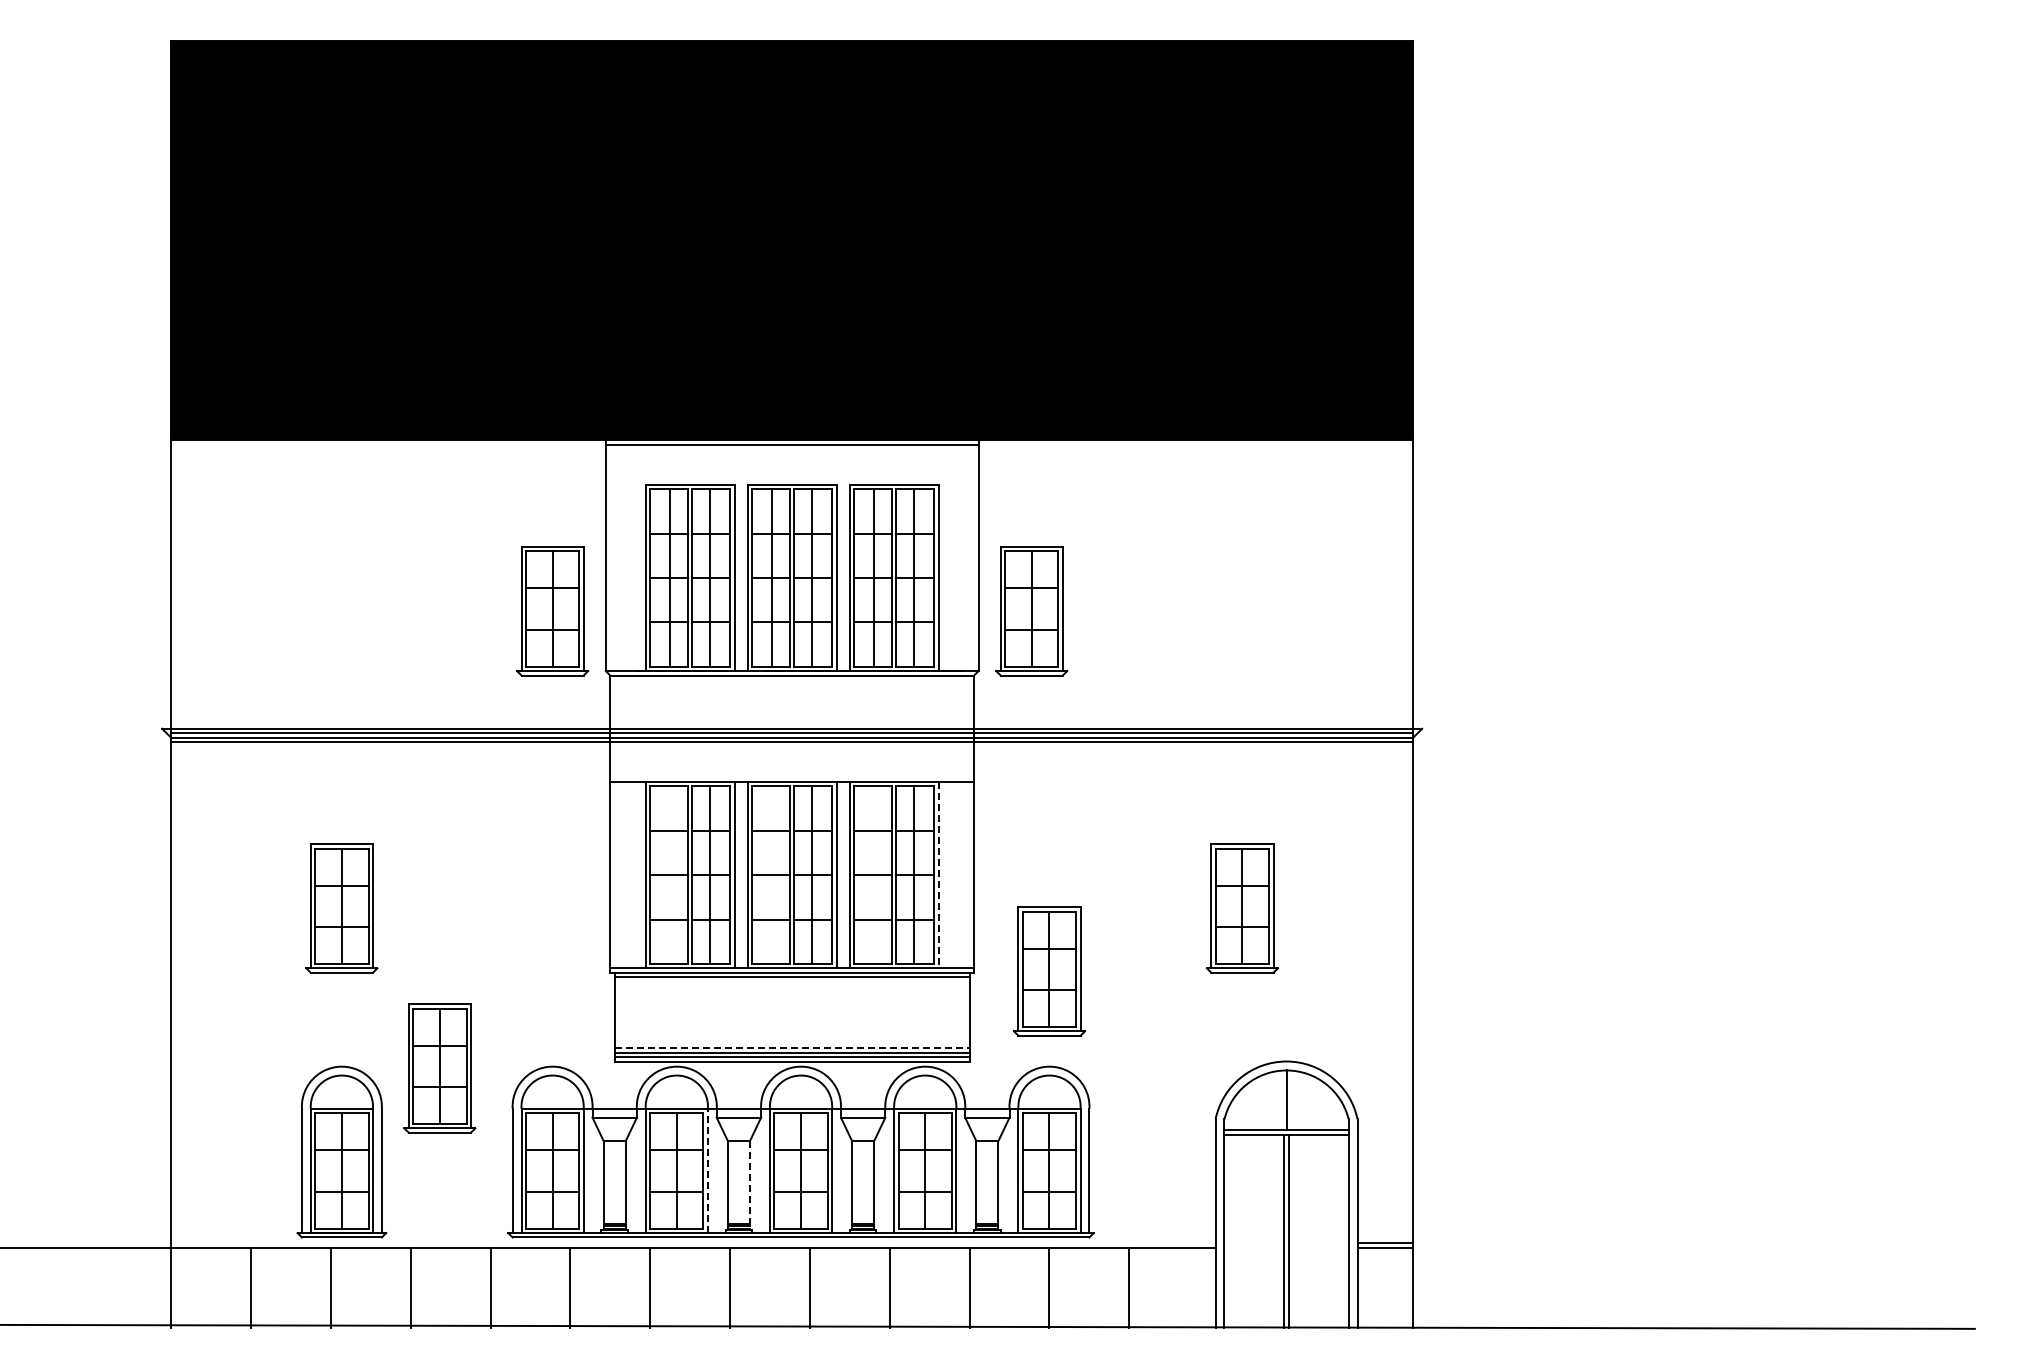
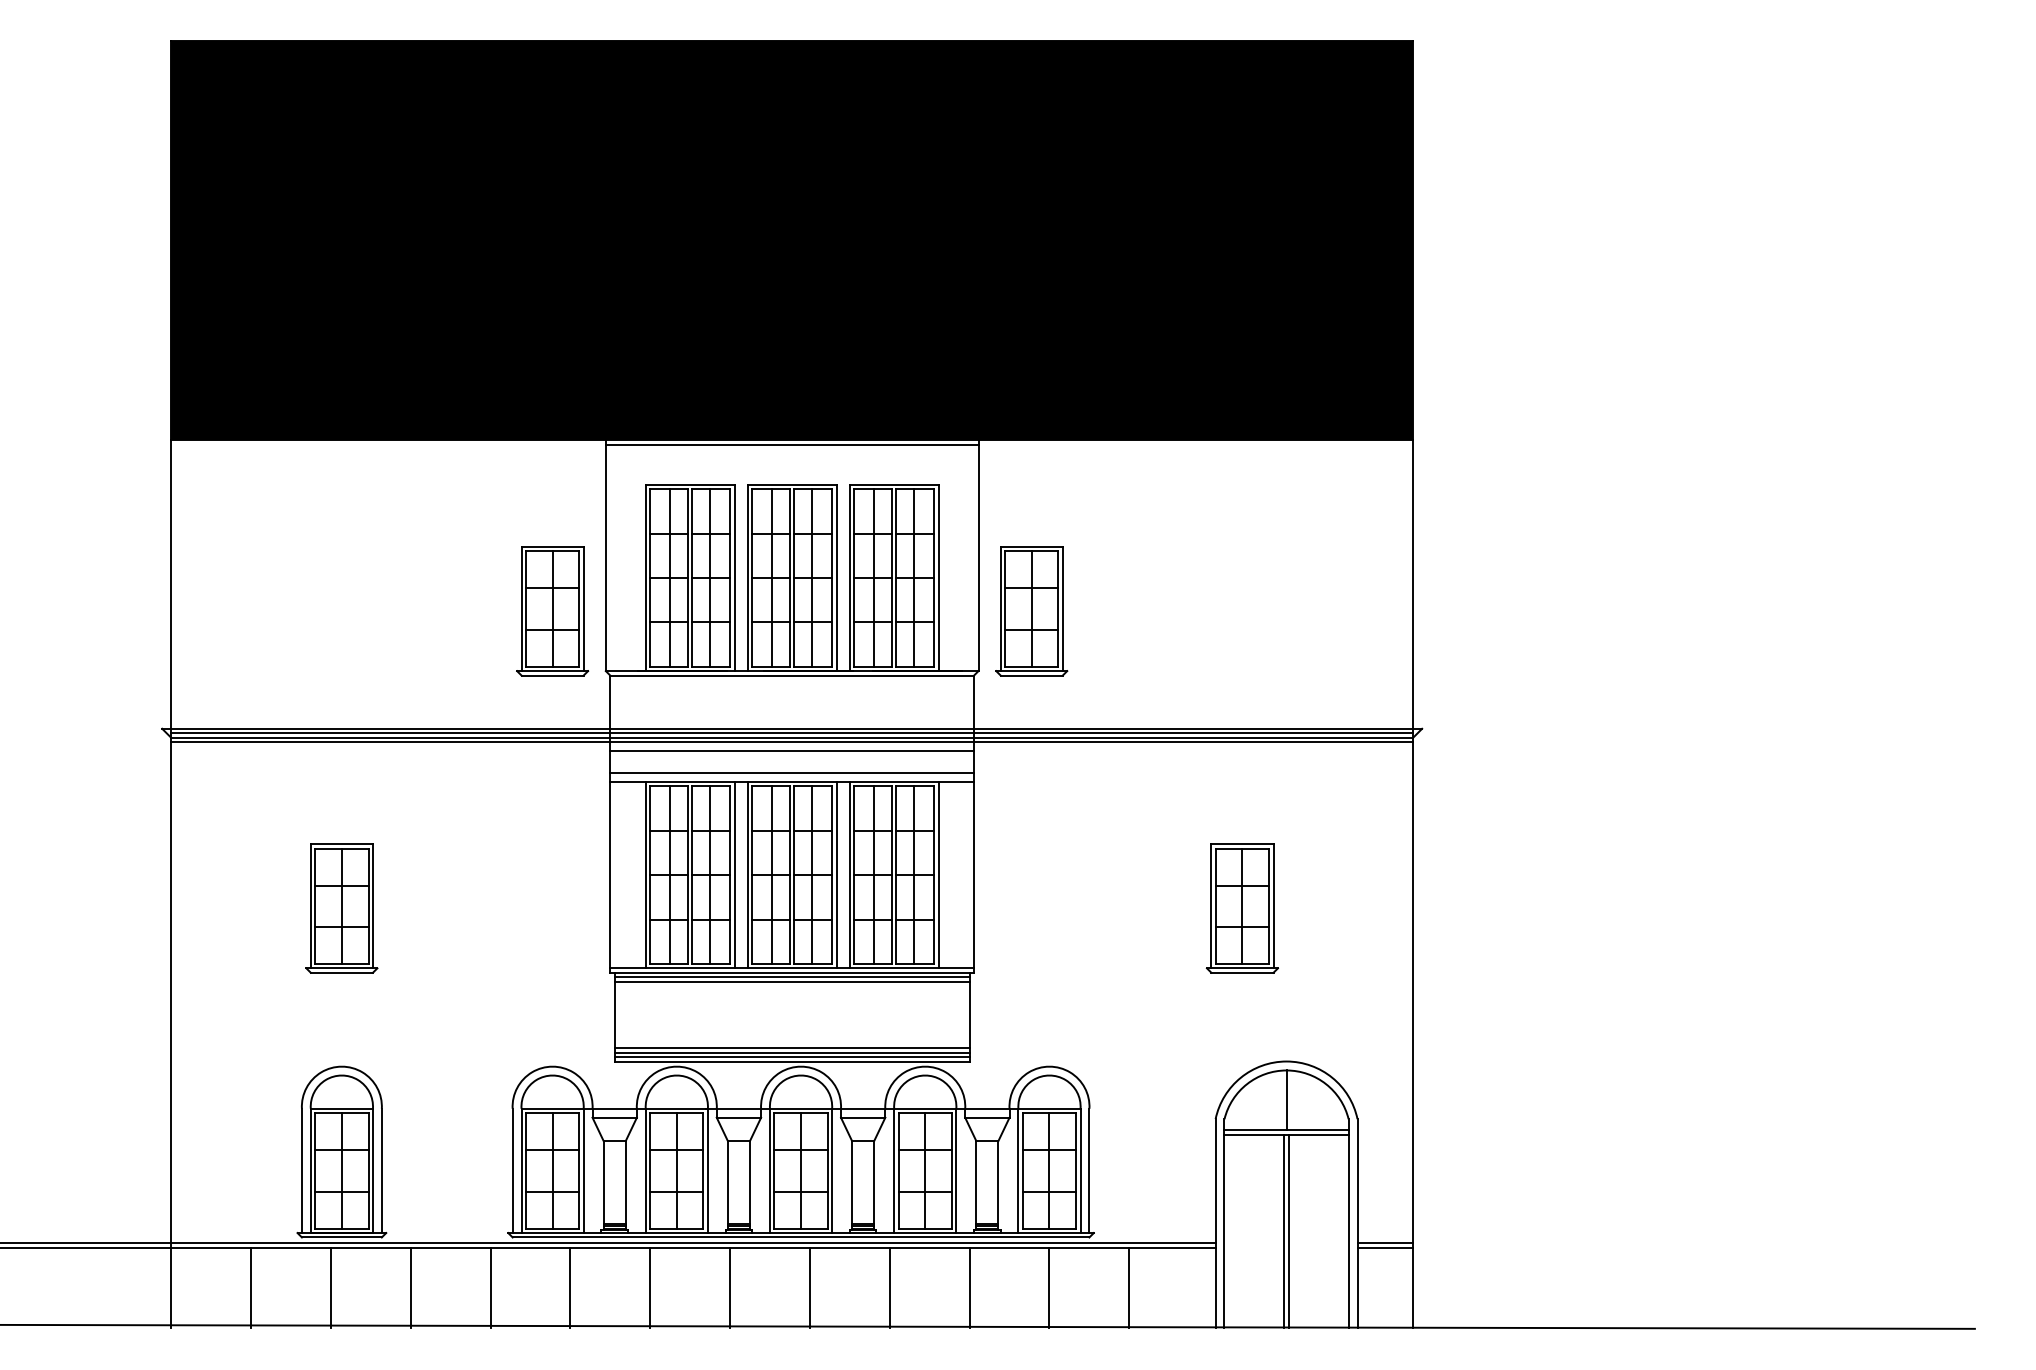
line at (792, 750): none -> present
line at (792, 773): none -> present
line at (670, 874): none -> present
line at (772, 874): none -> present
line at (874, 874): none -> present
line at (938, 875): dashed -> solid
part at (1048, 971): present -> none
line at (791, 981): none -> present
line at (792, 1048): dashed -> solid
part at (439, 1068): present -> none
line at (707, 1170): dashed -> solid
line at (750, 1185): dashed -> solid
line at (608, 1243): none -> present
